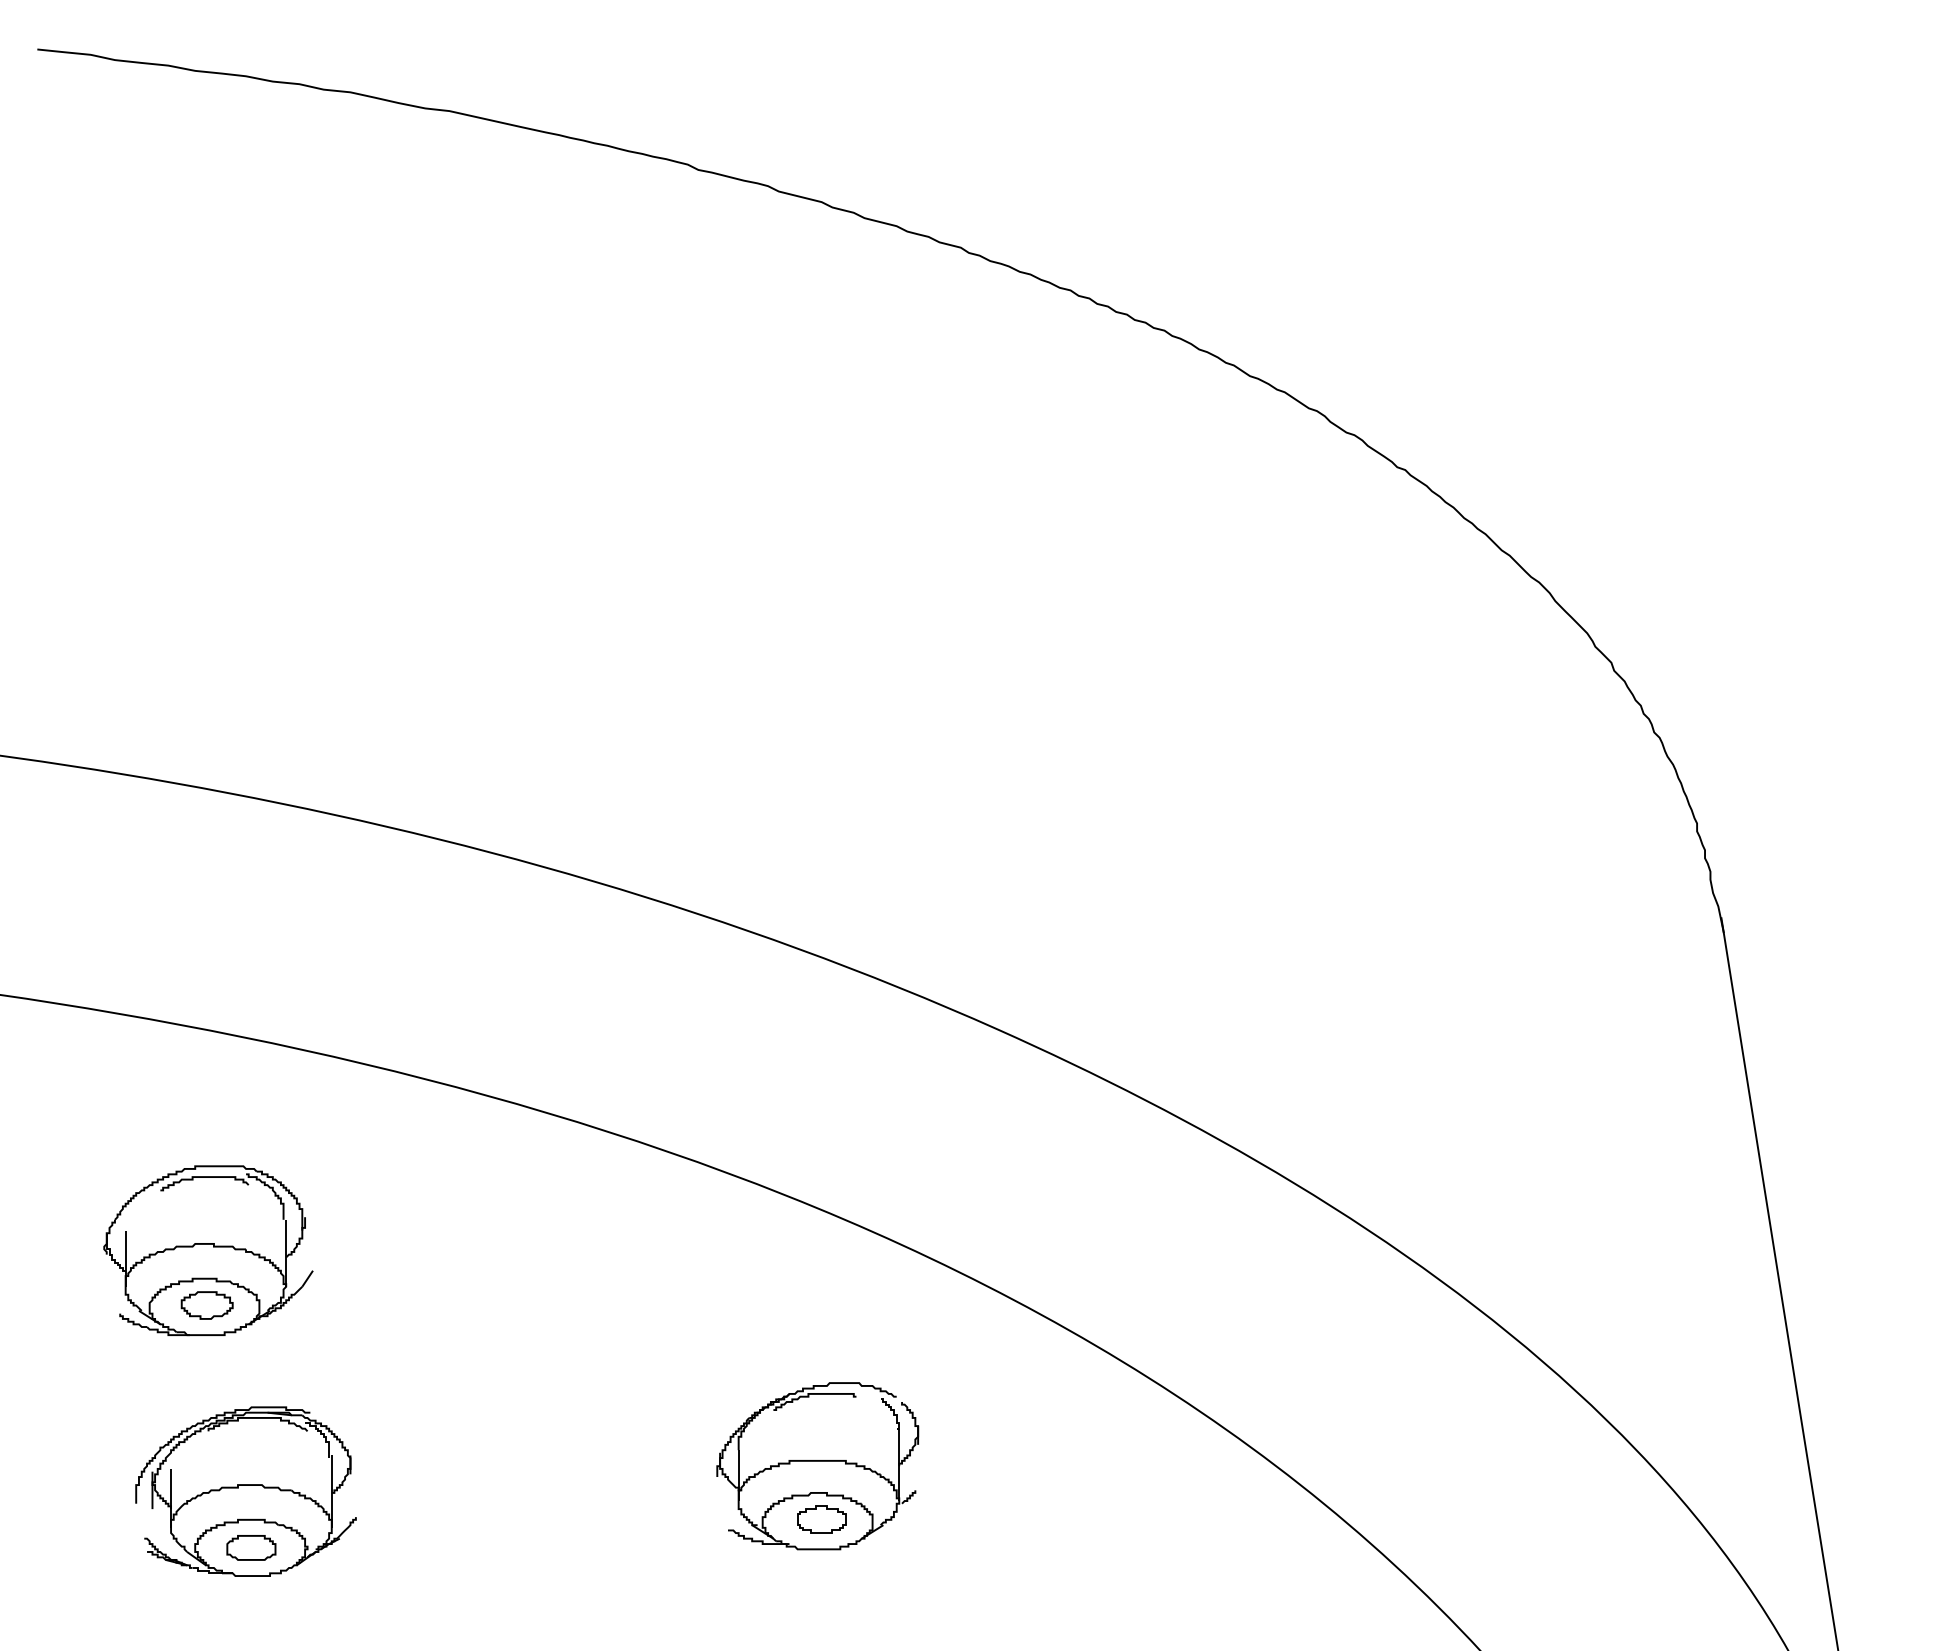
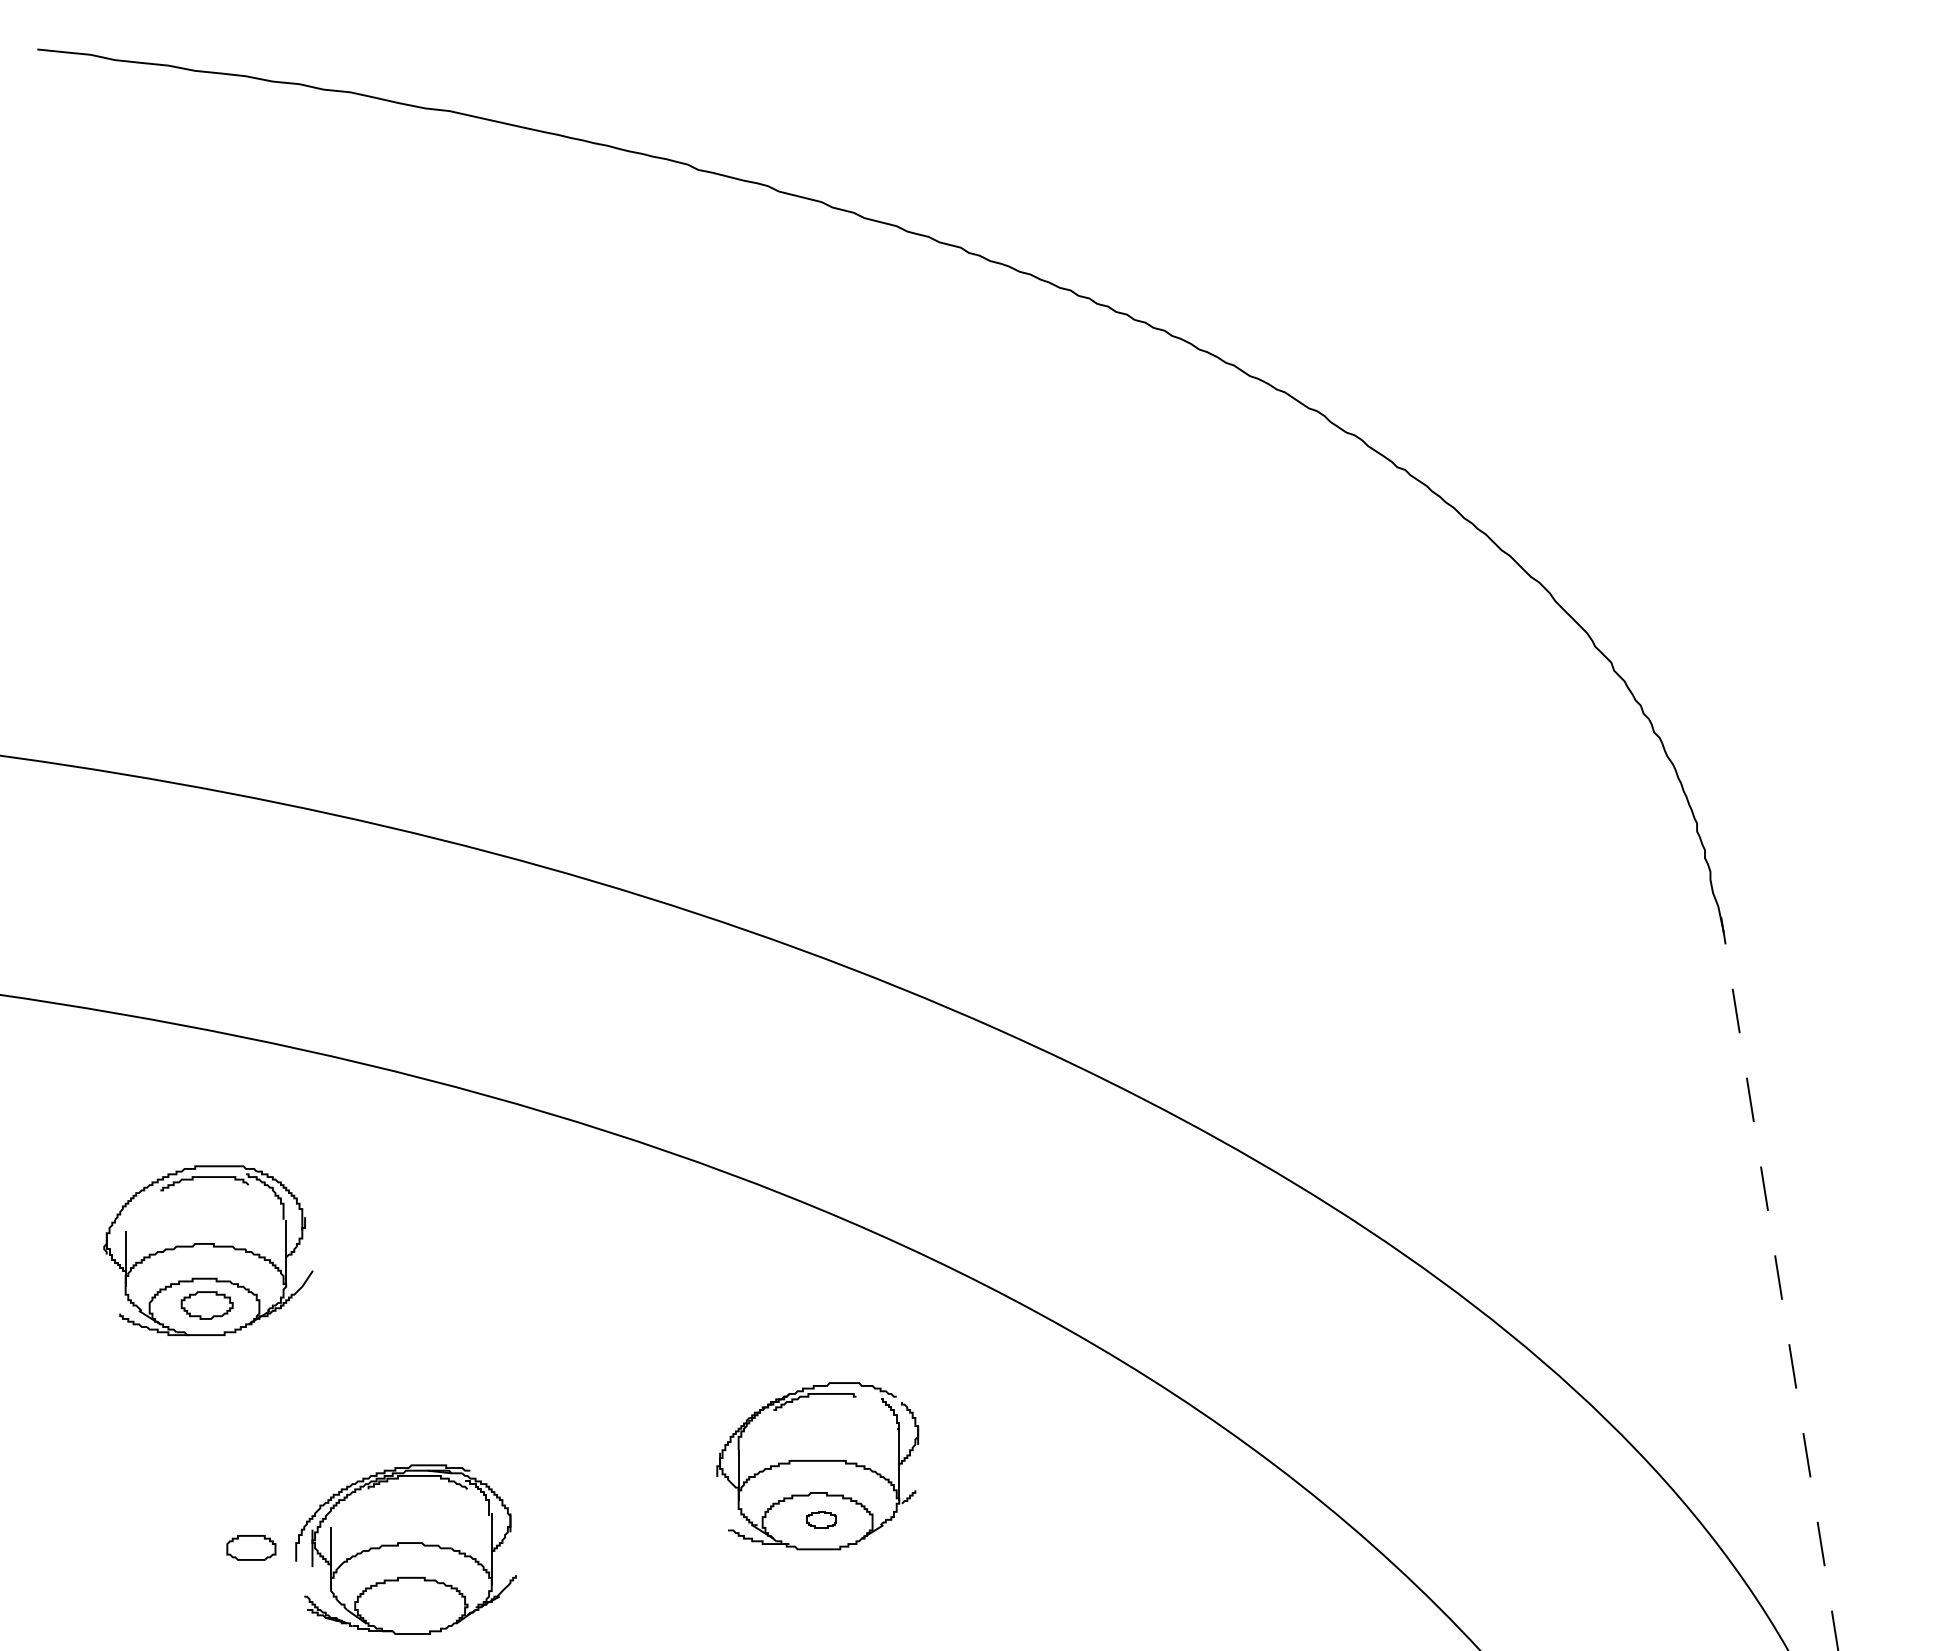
line at (1779, 1284): solid -> dashed
part at (245, 1491) position: (245, 1491) -> (405, 1549)
part at (821, 1519) size: 50x29 px -> 31x18 px
